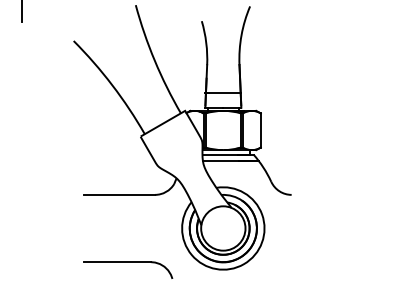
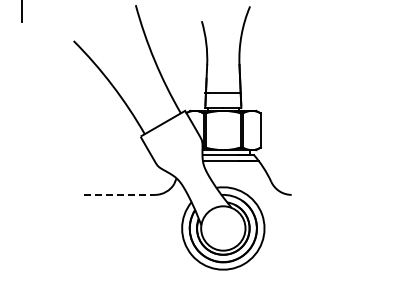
line at (119, 194): solid -> dashed
part at (128, 262): present -> none
